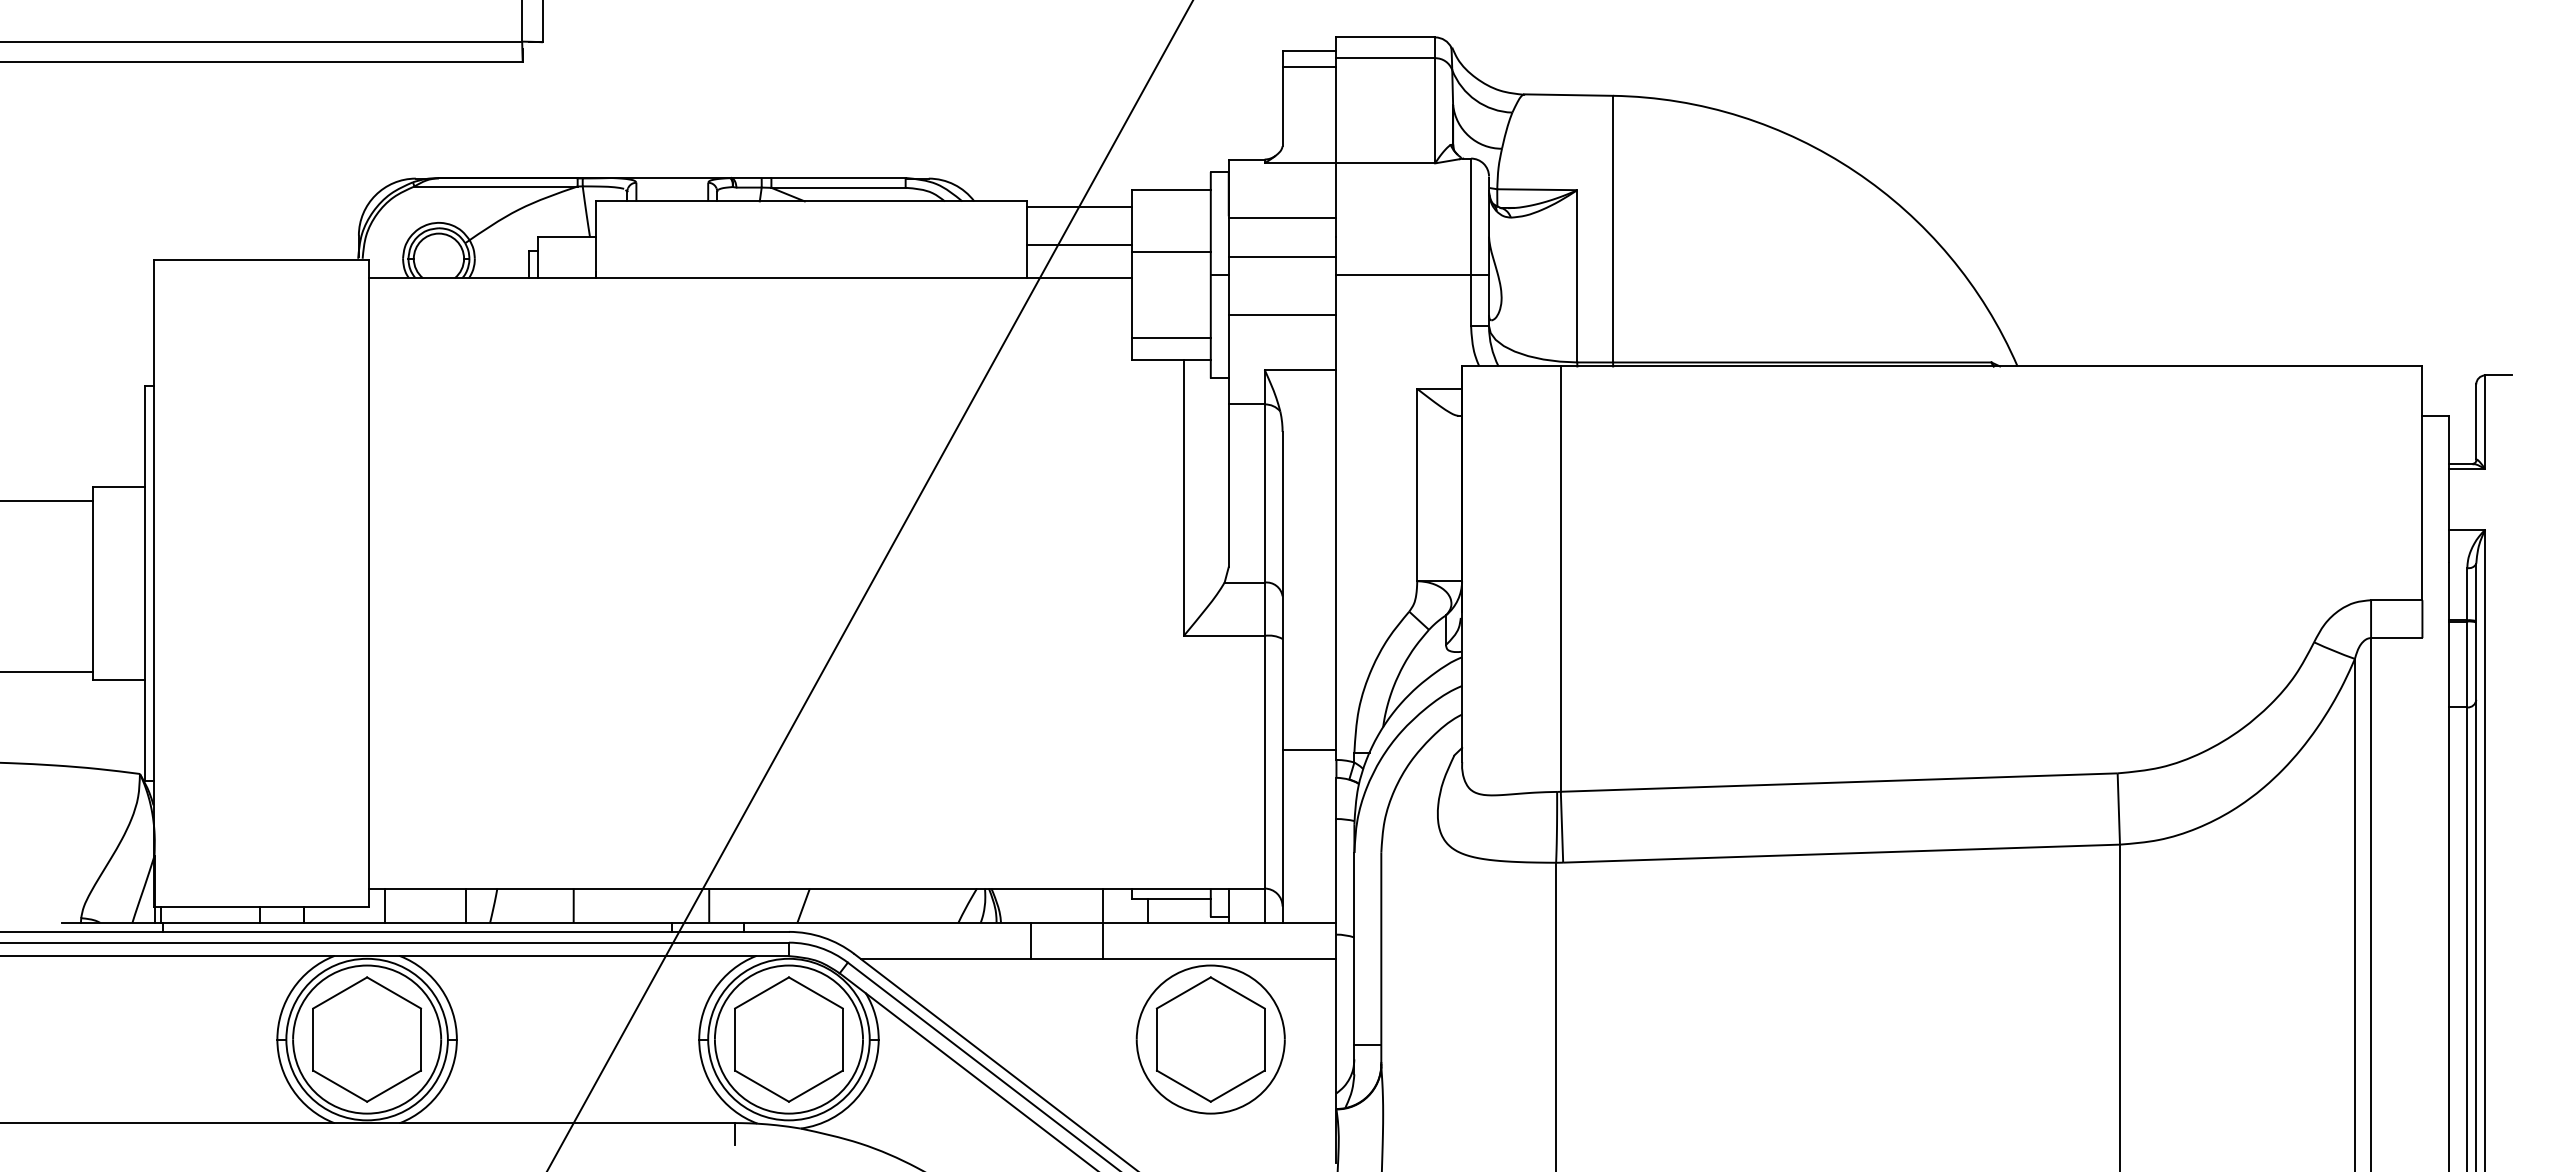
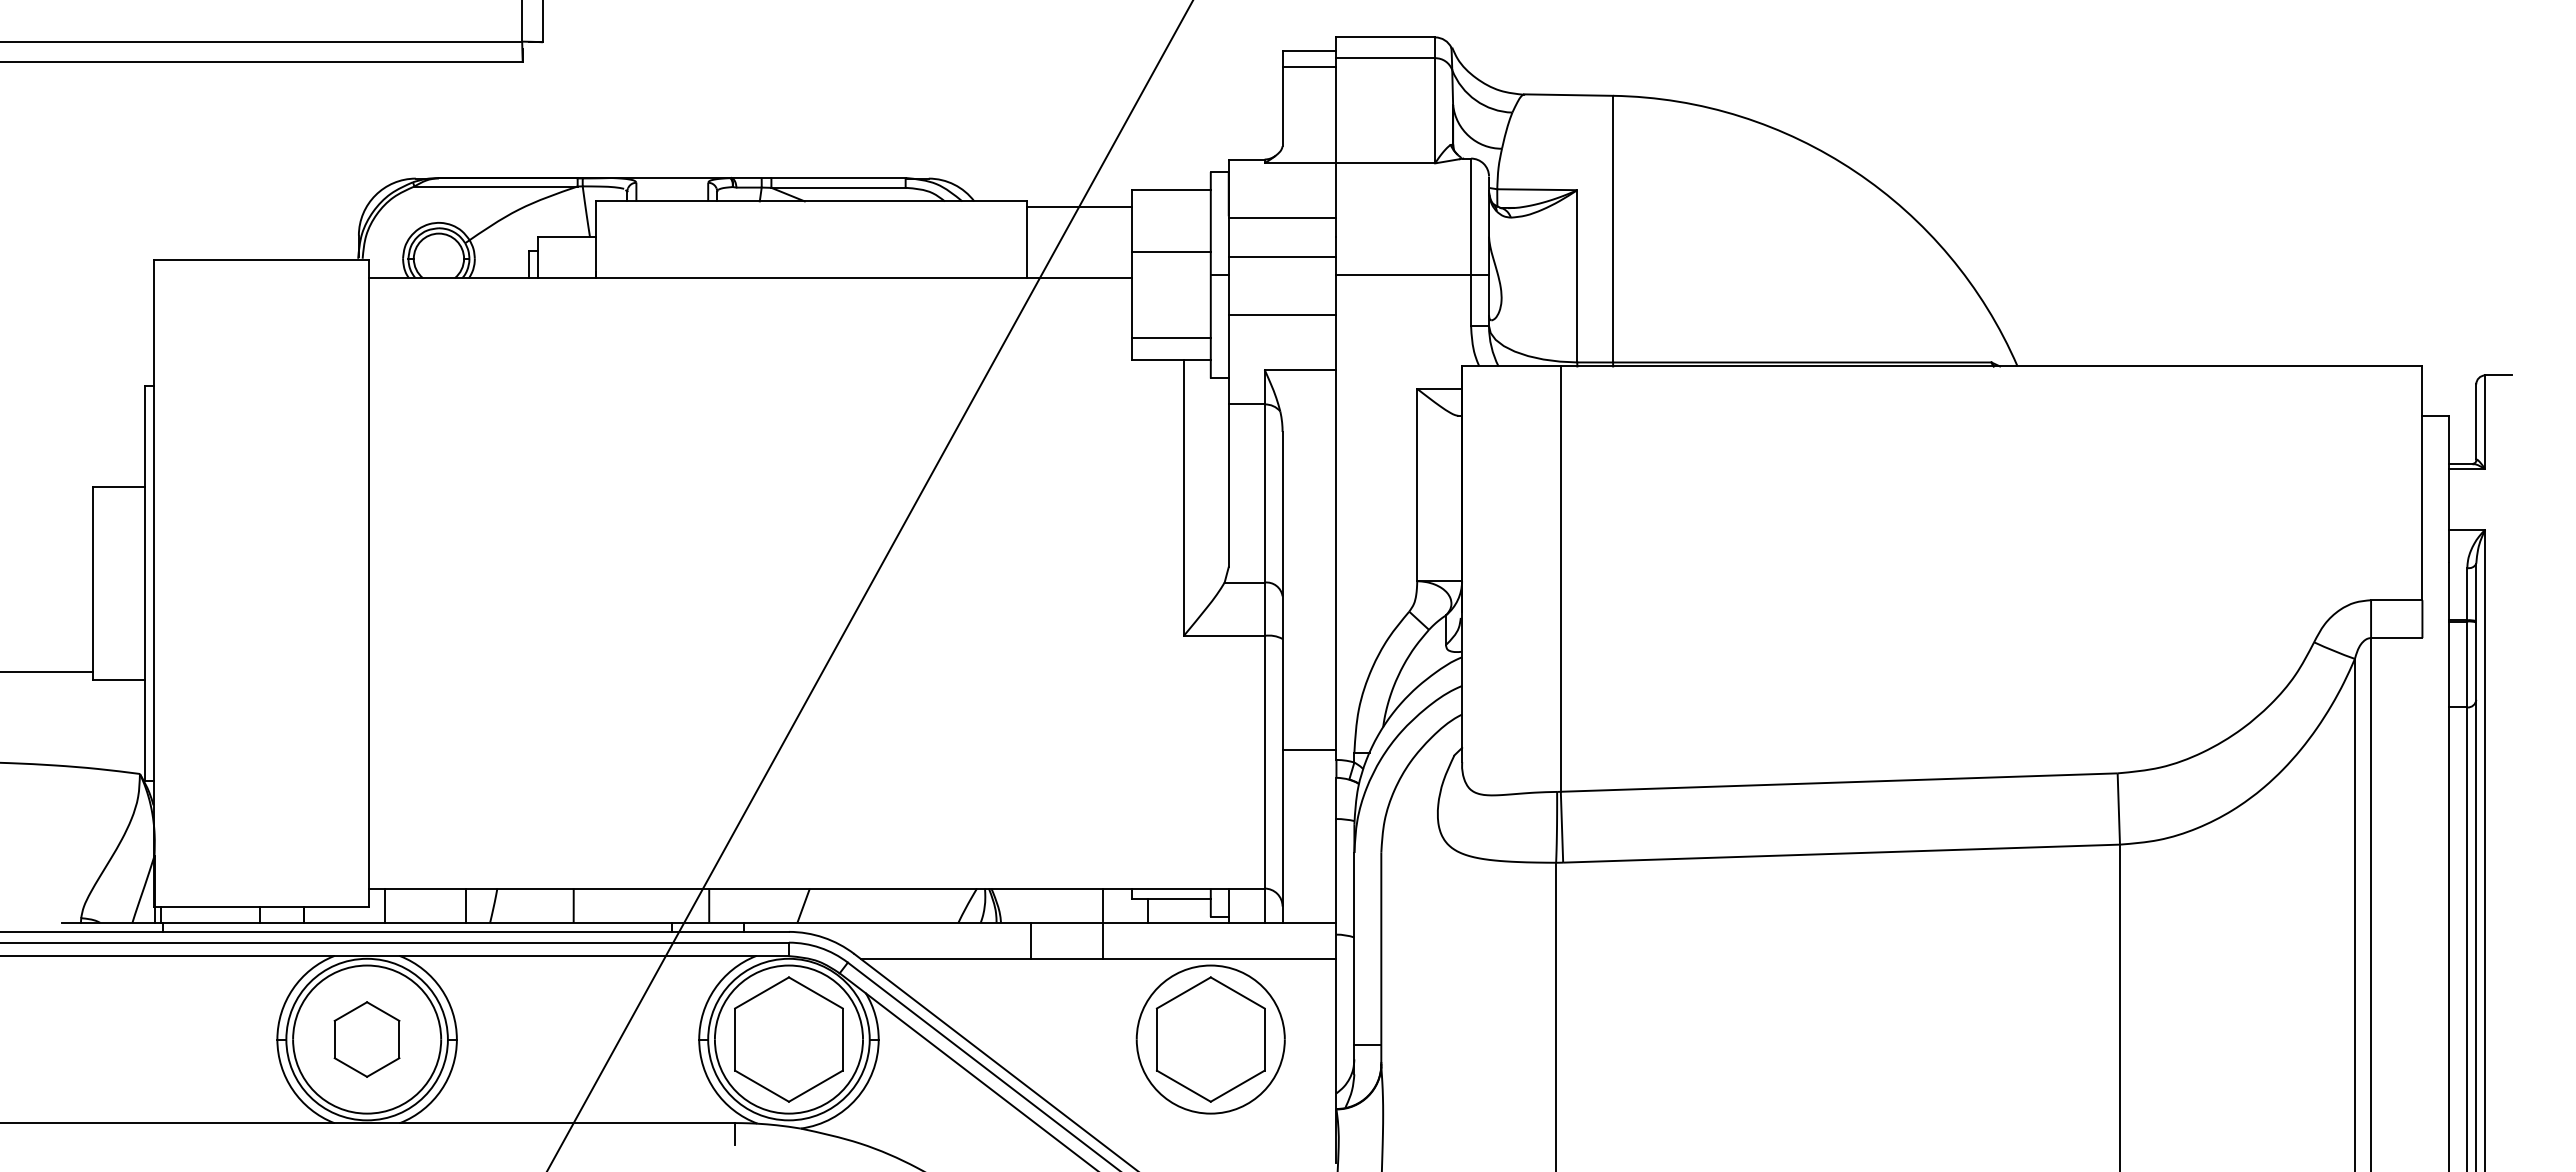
line at (1078, 244): present -> none
line at (47, 501): present -> none
part at (366, 1039) size: 110x127 px -> 68x77 px
